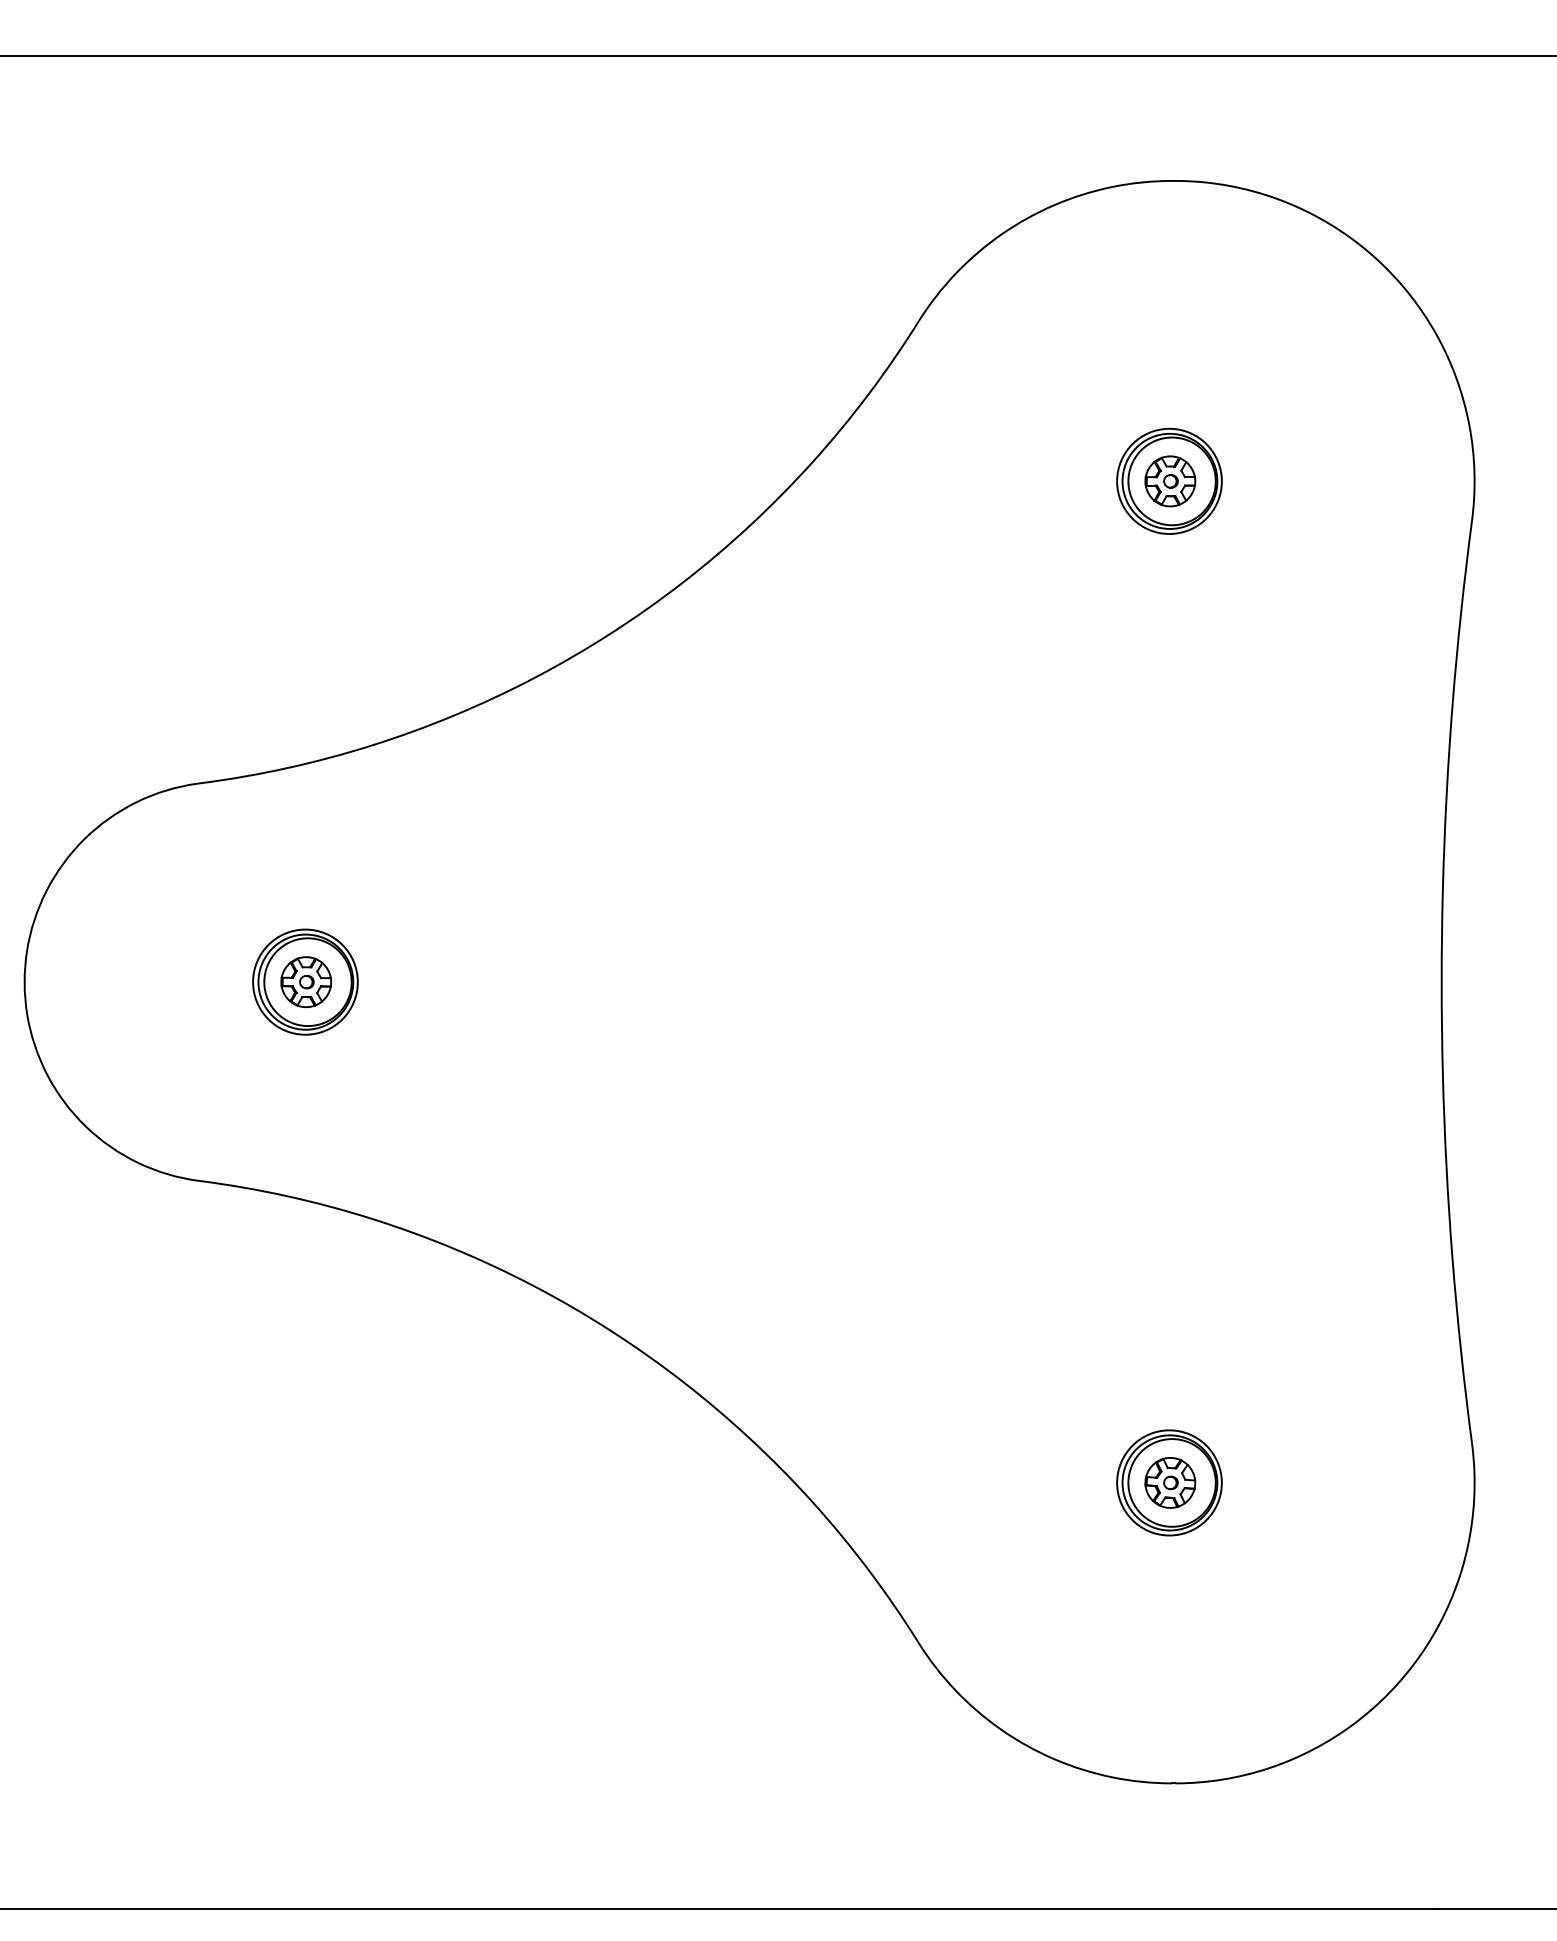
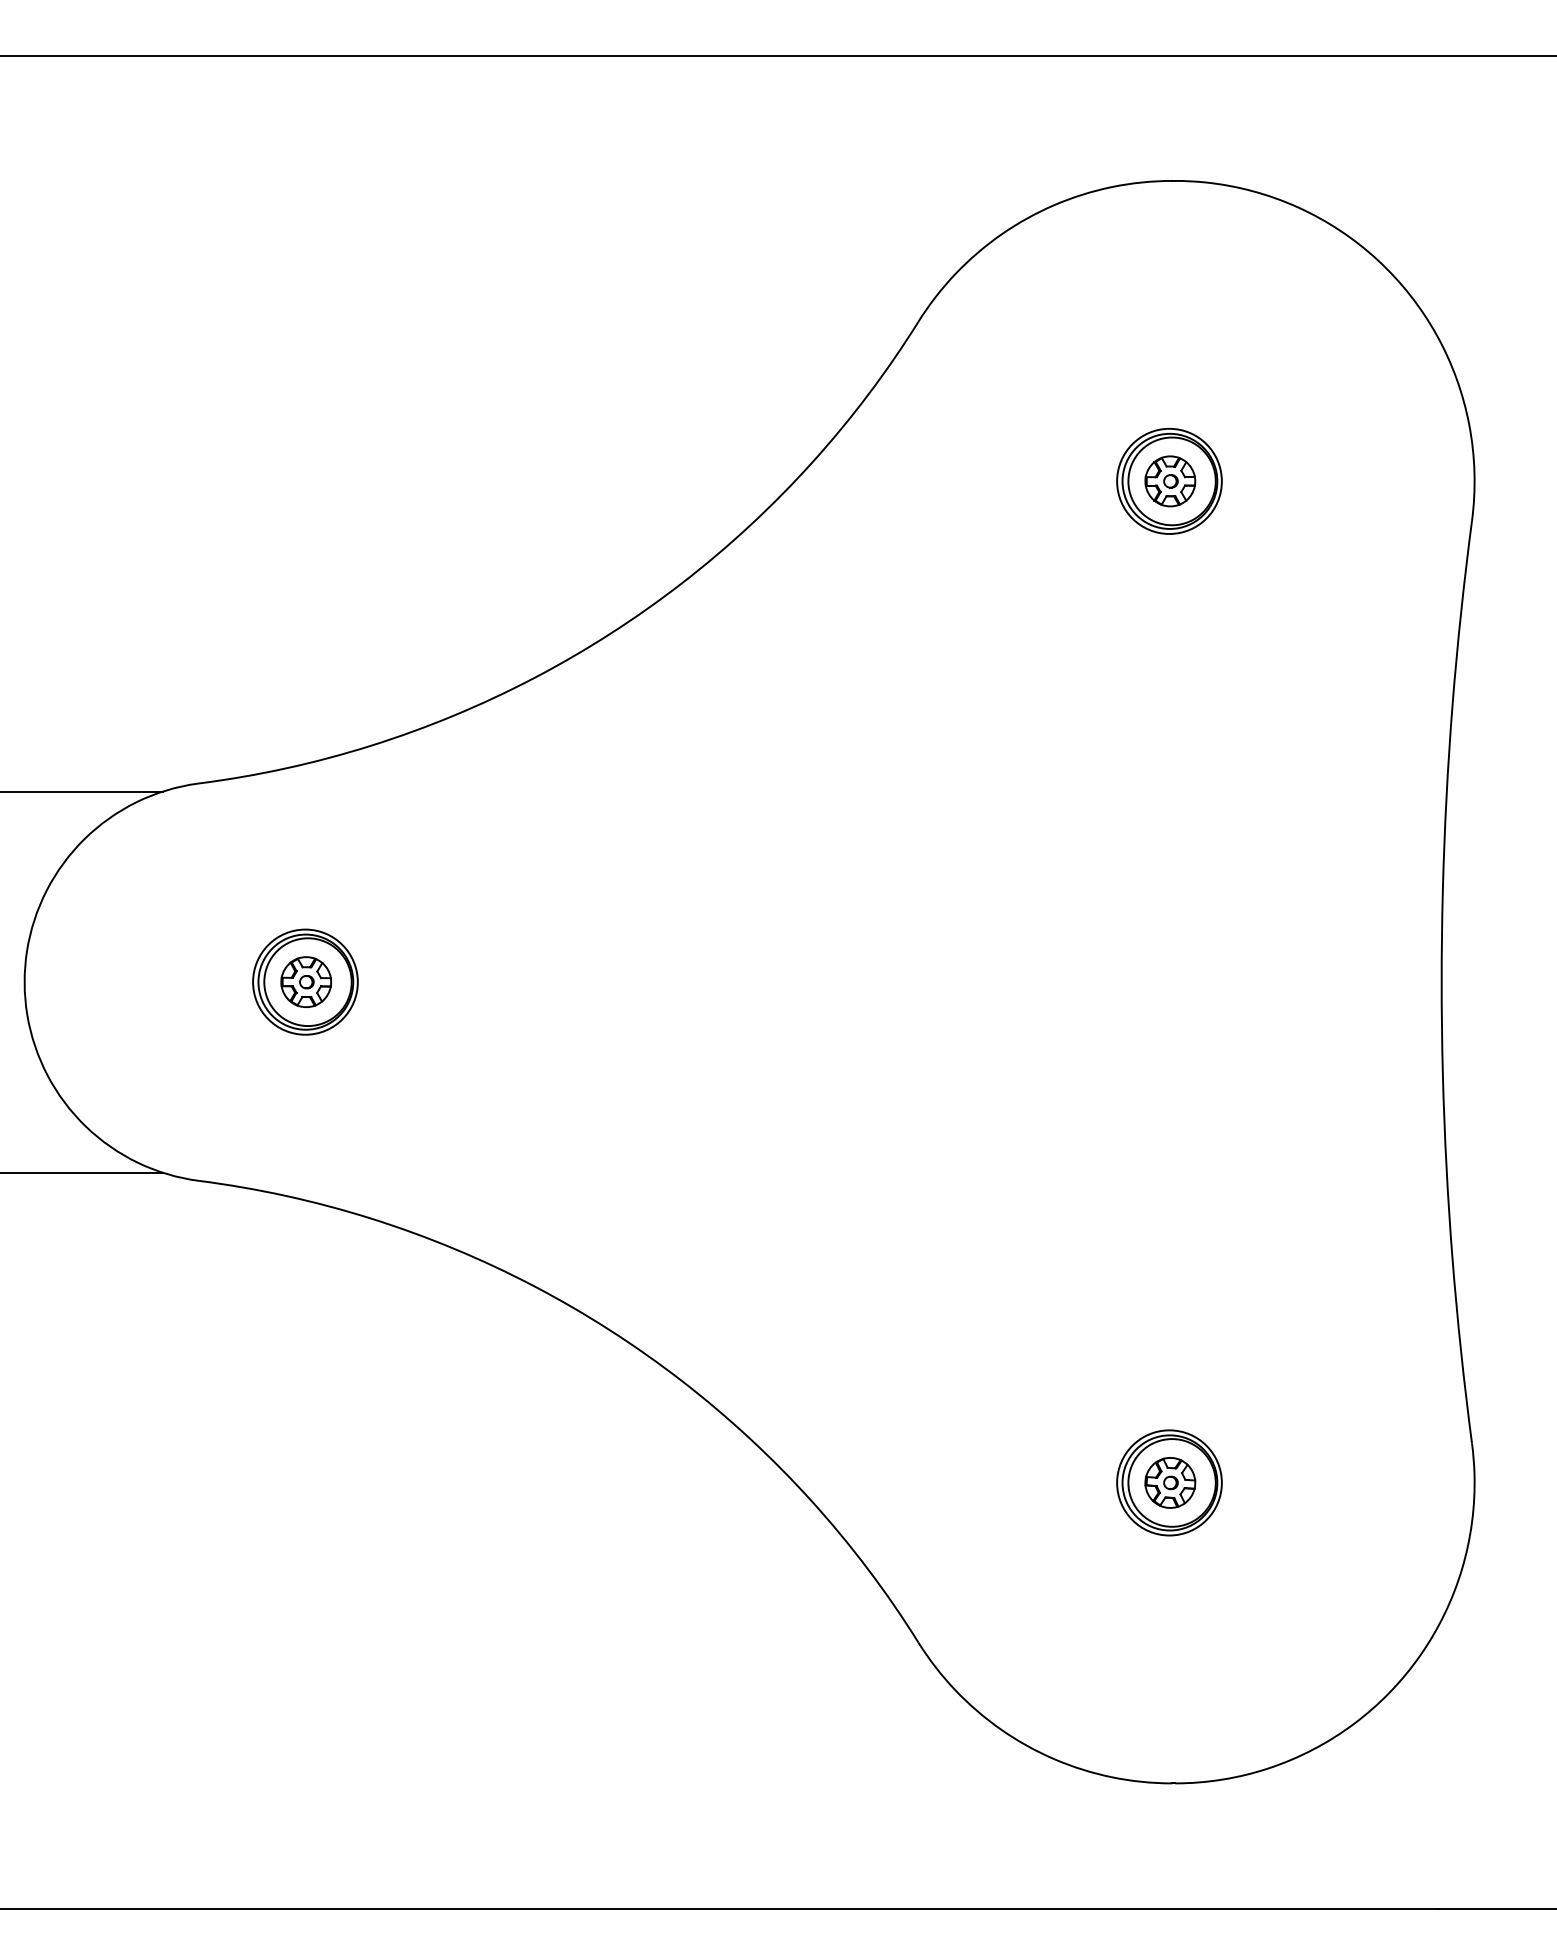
line at (82, 791): none -> present
line at (82, 1172): none -> present
